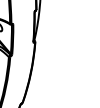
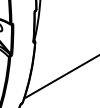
line at (60, 77): none -> present
